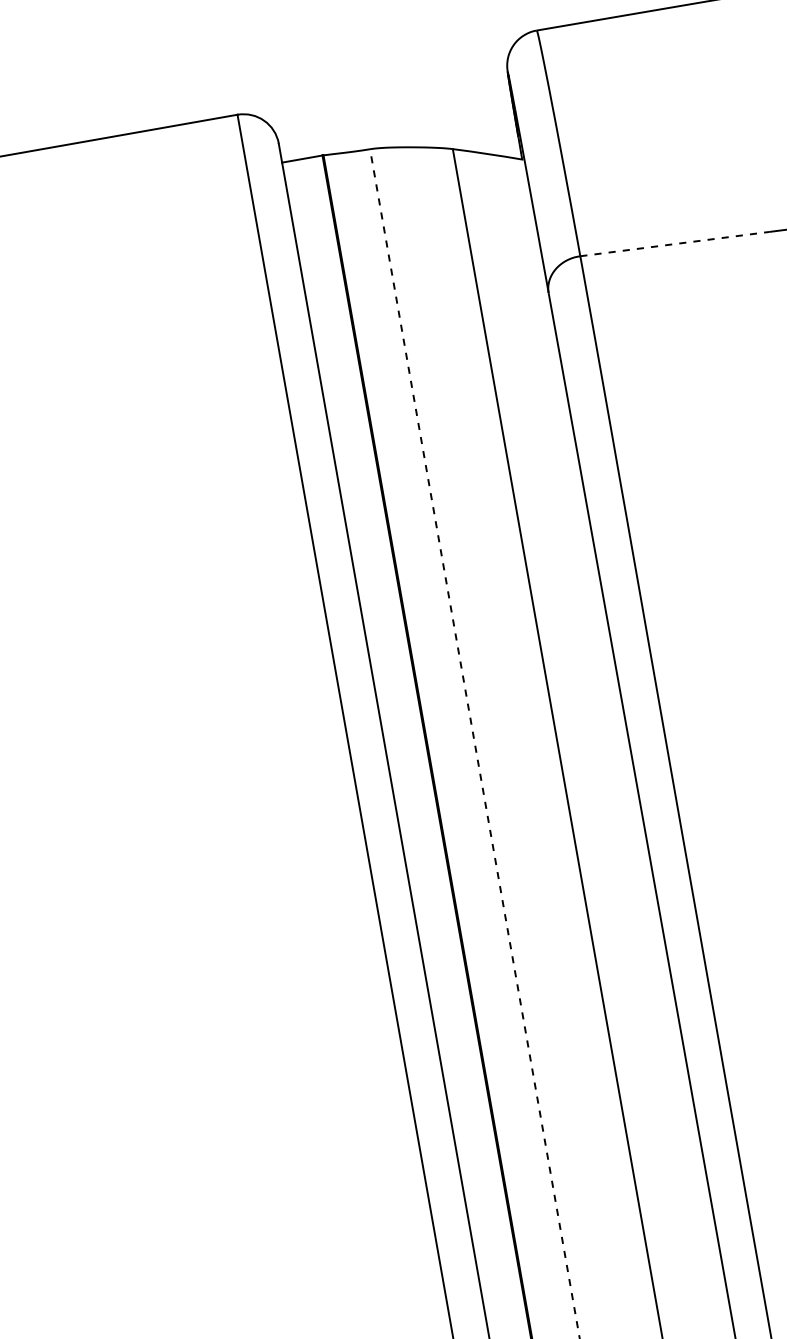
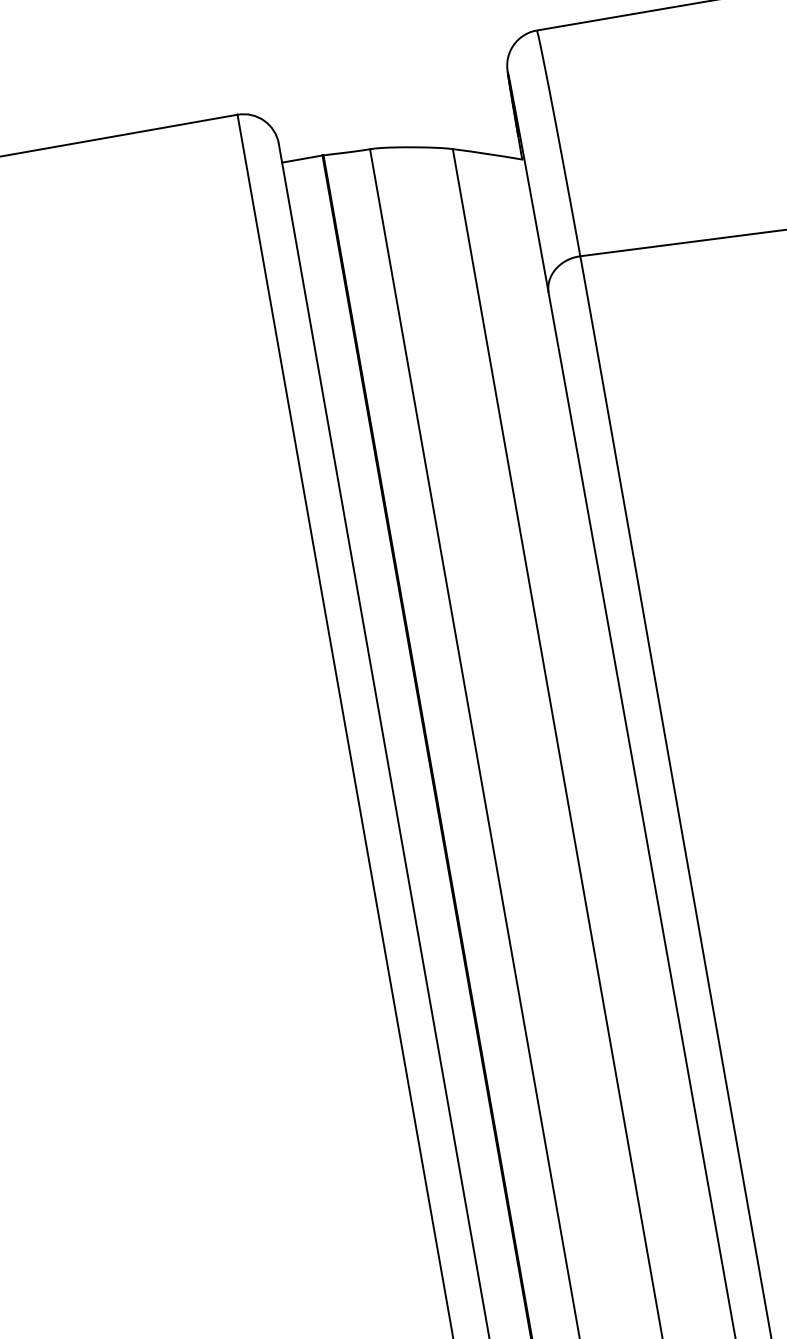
line at (675, 244): dashed -> solid
line at (474, 743): dashed -> solid
